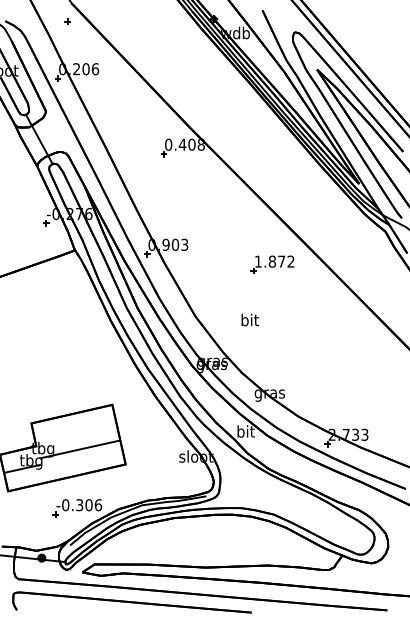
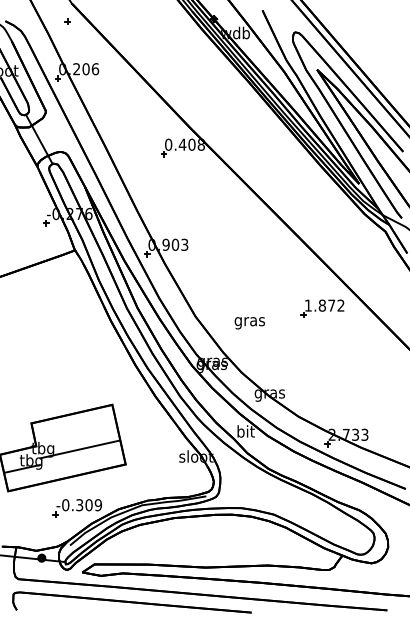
part at (272, 264) position: (272, 264) -> (322, 308)
text at (249, 321): bit -> gras
text at (98, 505): -0.306 -> -0.309
